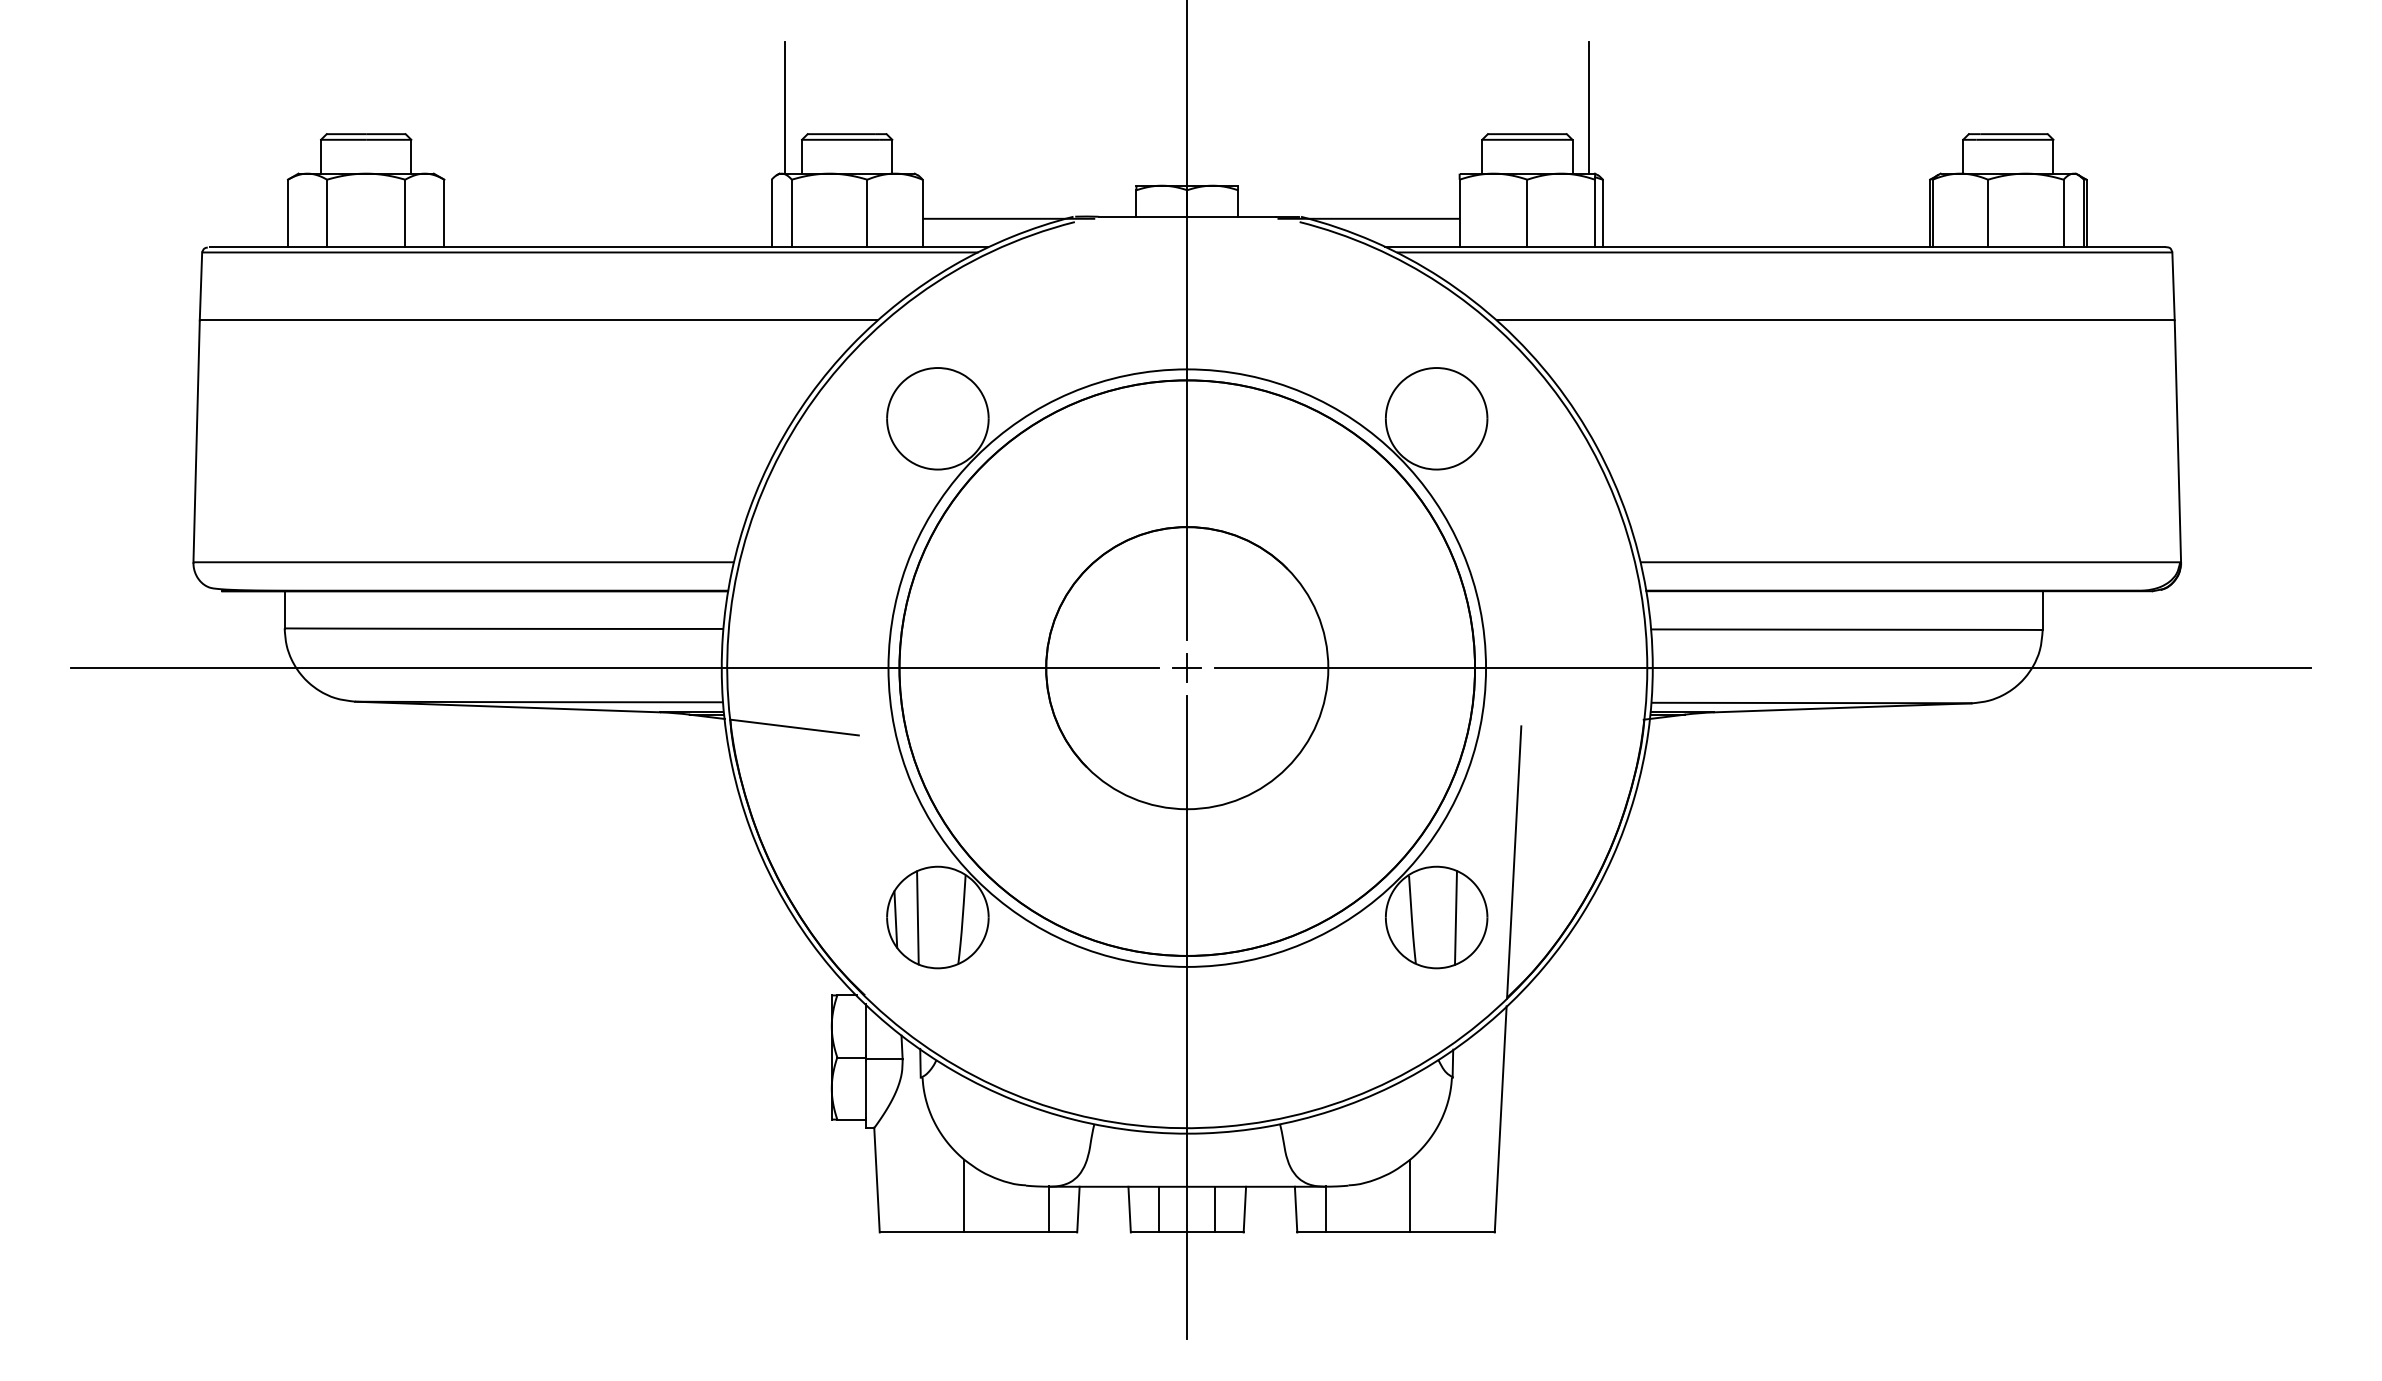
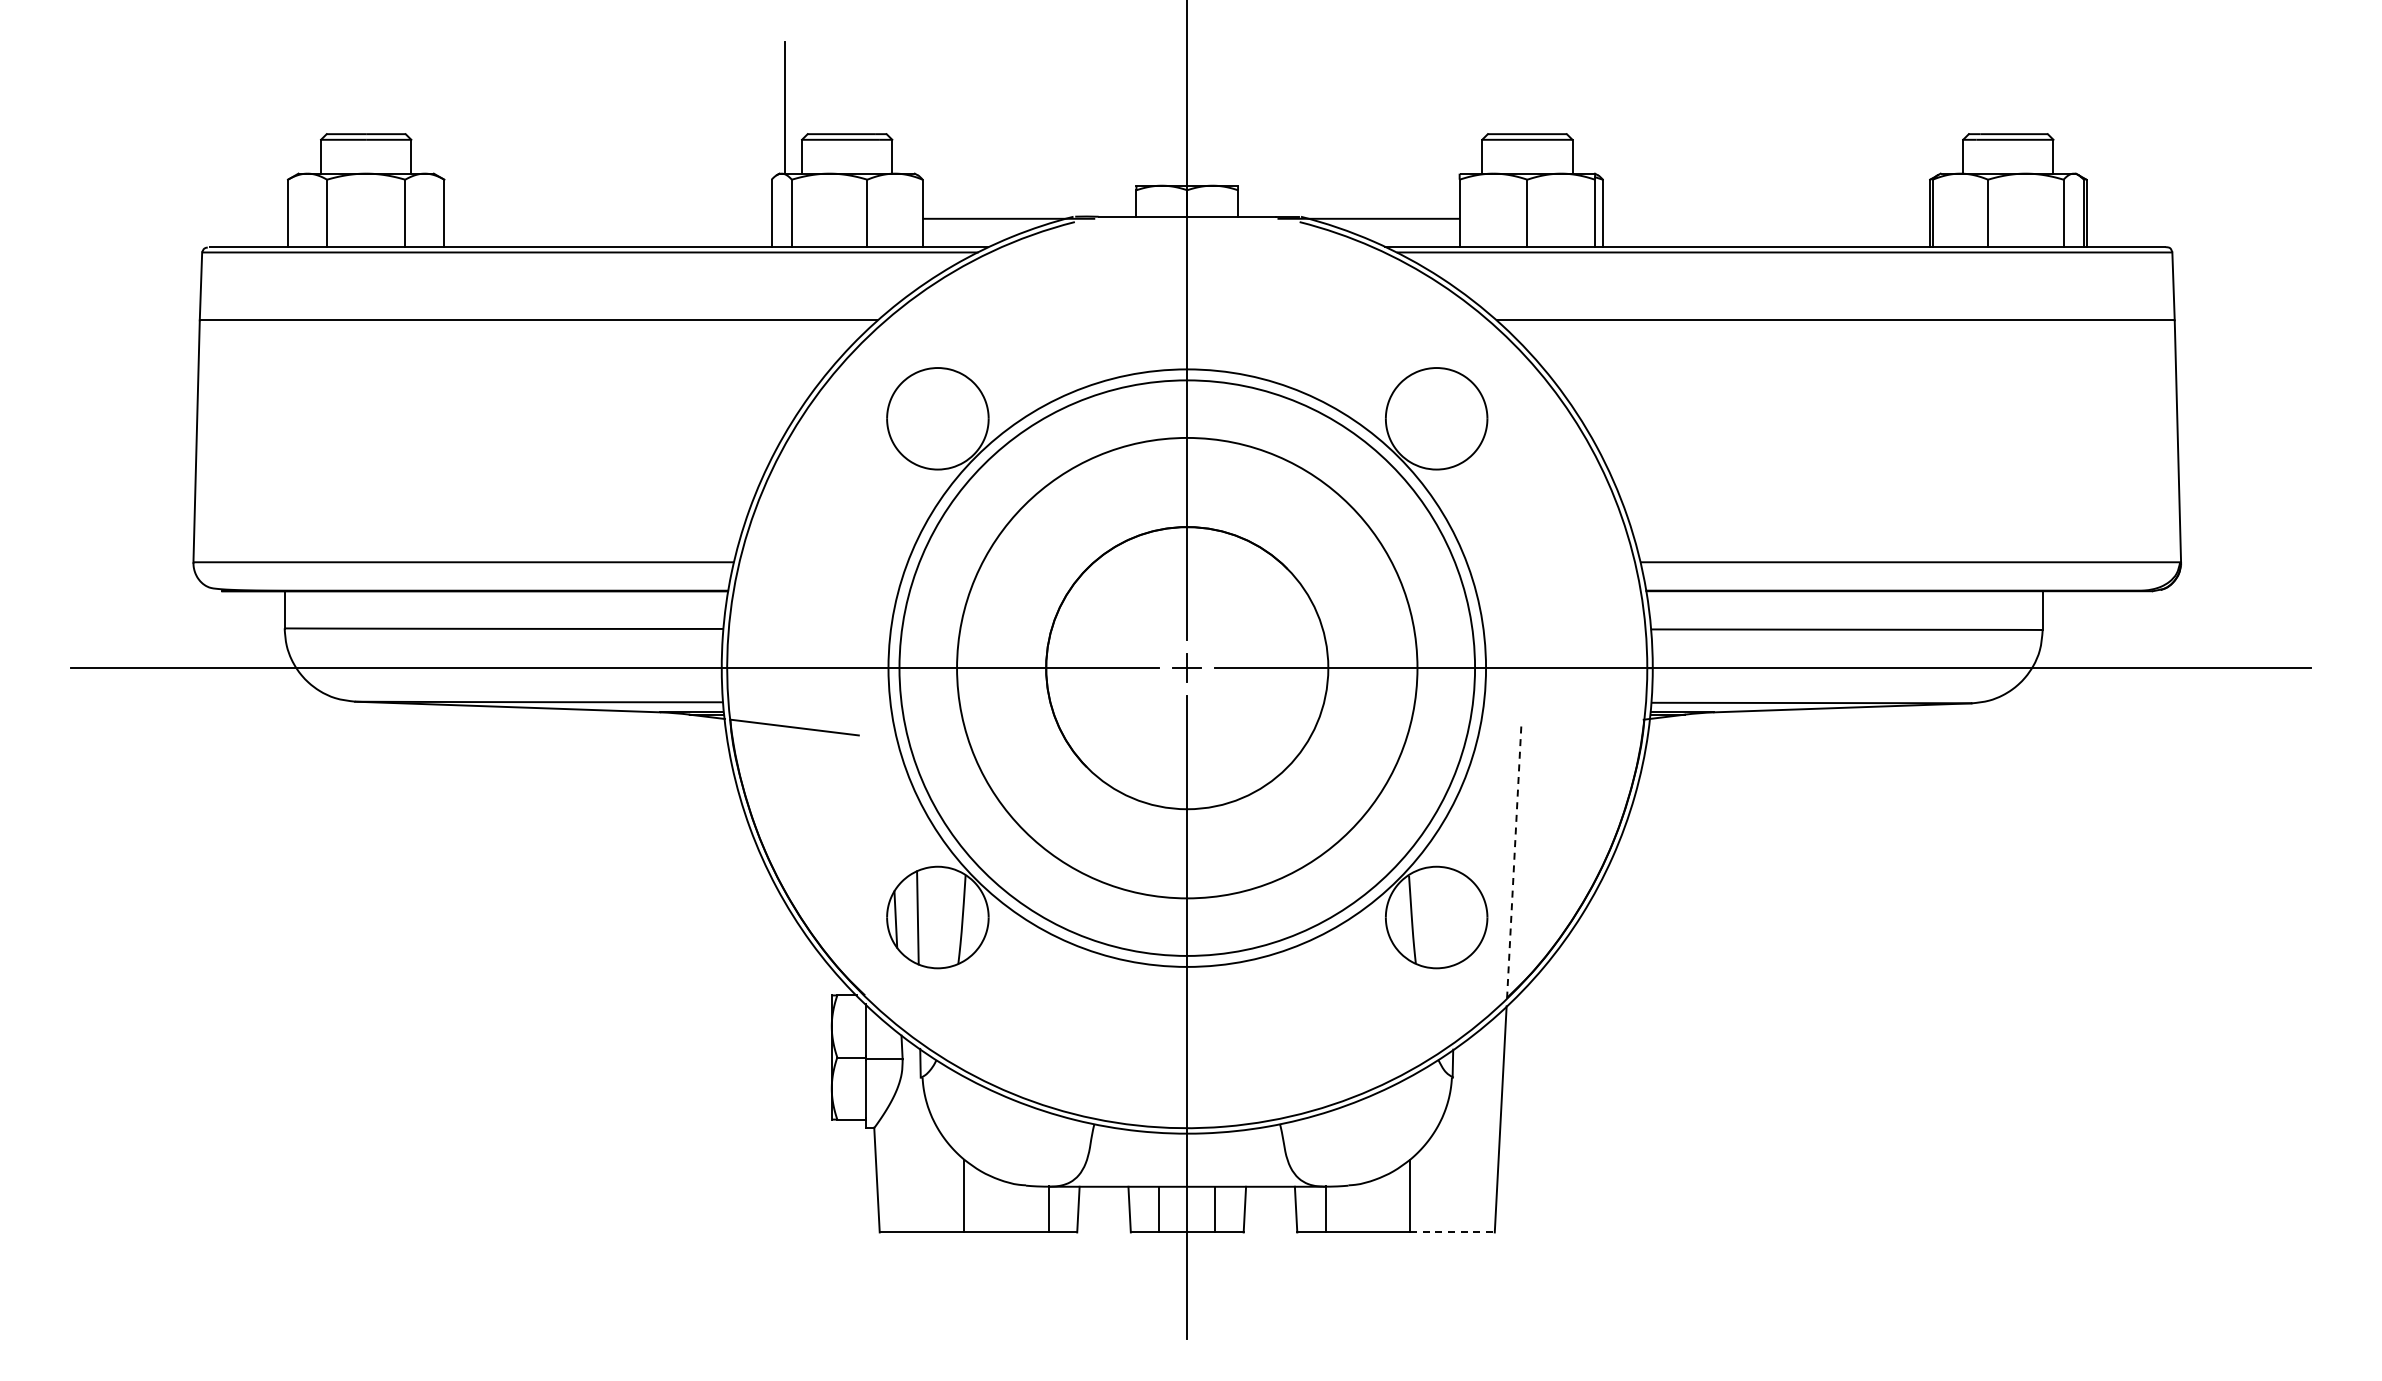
line at (1589, 107): present -> none
circle at (1187, 667) diameter: 576 px -> 460 px
line at (1514, 861): solid -> dashed
line at (1455, 917): present -> none
line at (1452, 1232): solid -> dashed
